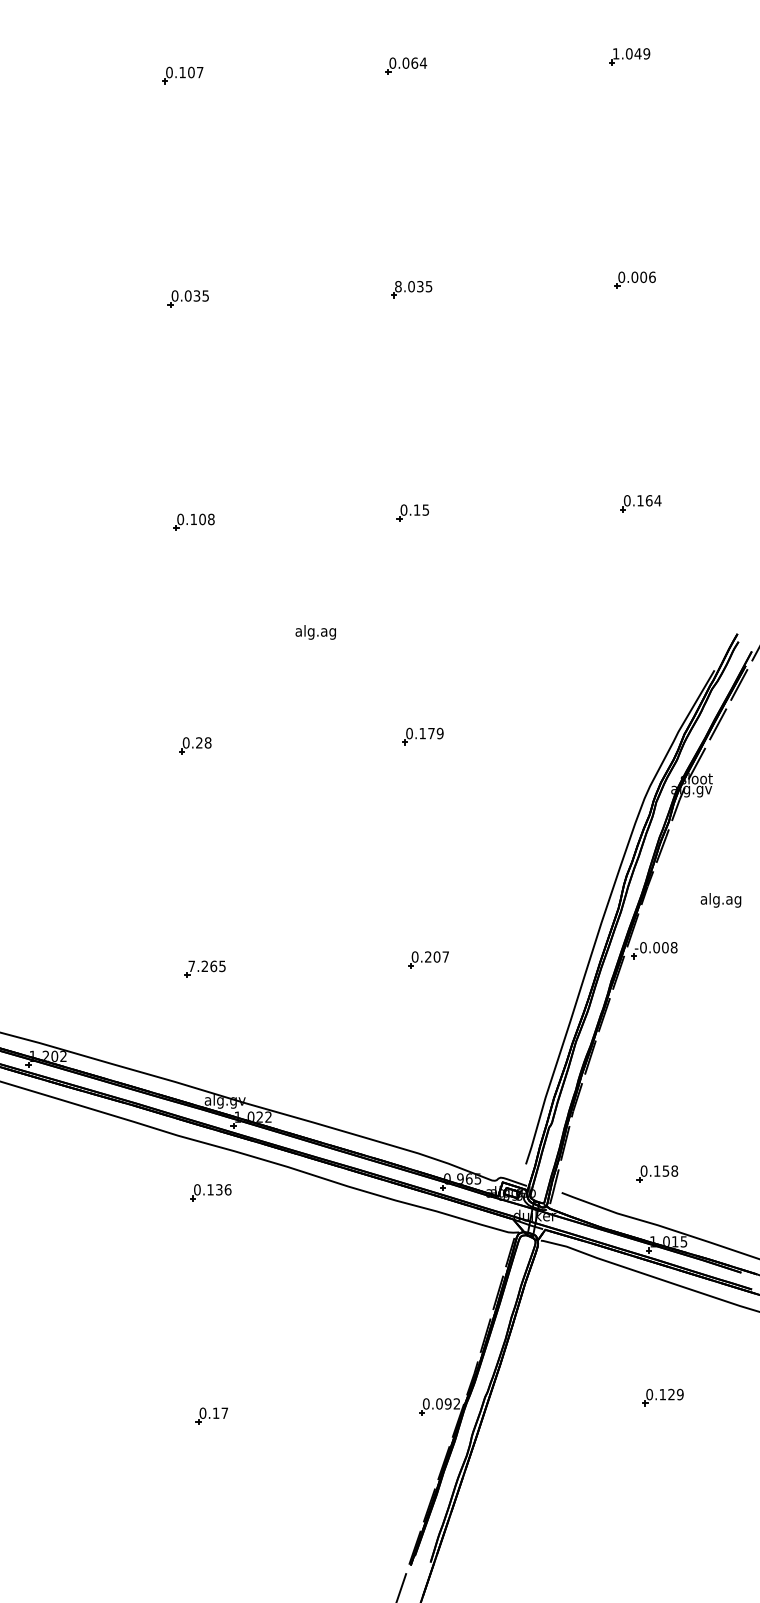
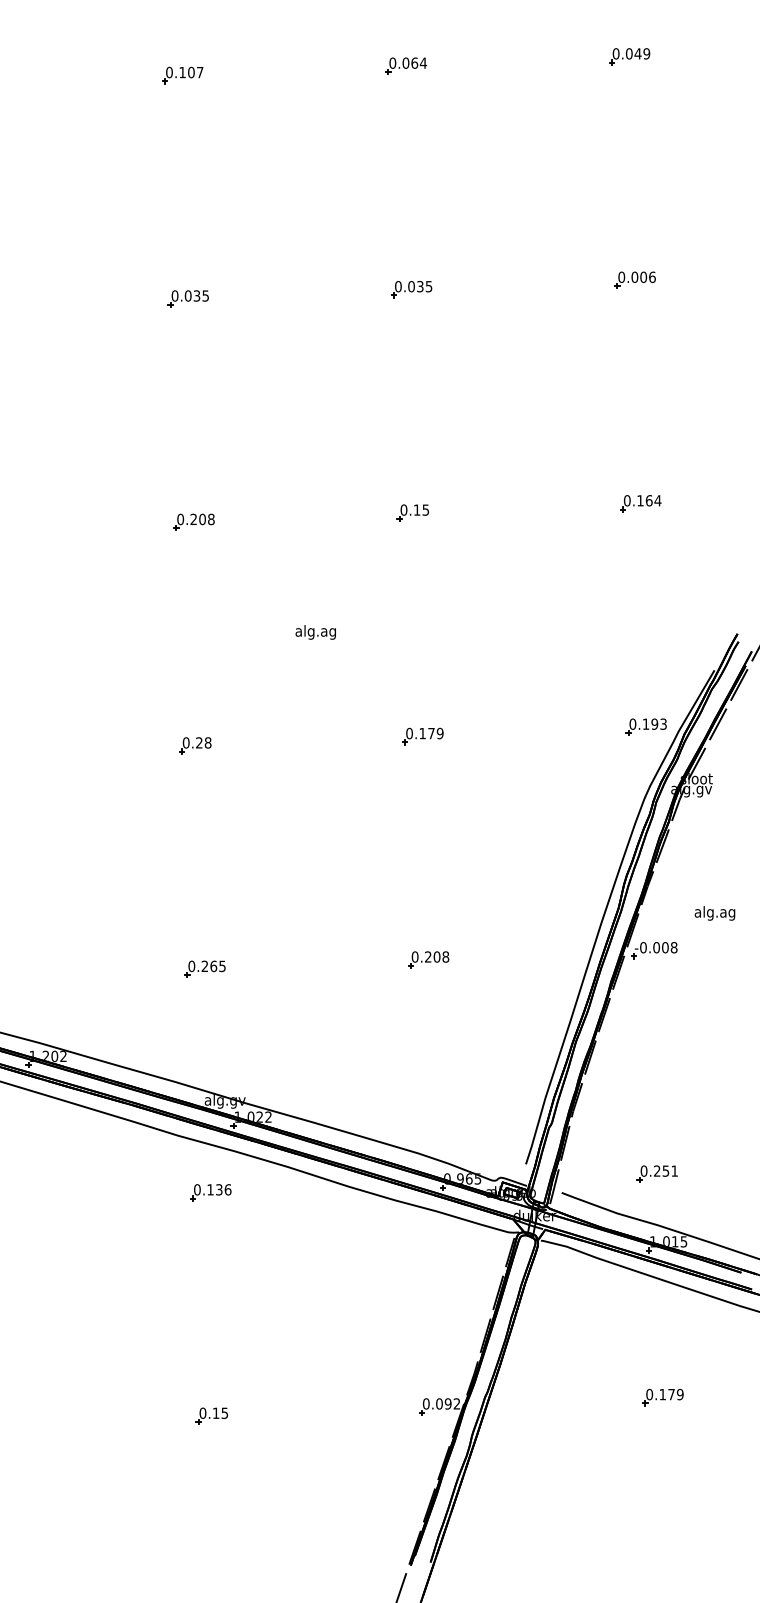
text at (615, 53): 1.049 -> 0.049
text at (398, 286): 8.035 -> 0.035
text at (193, 518): 0.108 -> 0.208
part at (645, 726): none -> present
text at (720, 900) position: (720, 900) -> (714, 913)
text at (445, 956): 0.207 -> 0.208
text at (191, 966): 7.265 -> 0.265
text at (666, 1170): 0.158 -> 0.251
text at (671, 1394): 0.129 -> 0.179
text at (224, 1412): 0.17 -> 0.15
